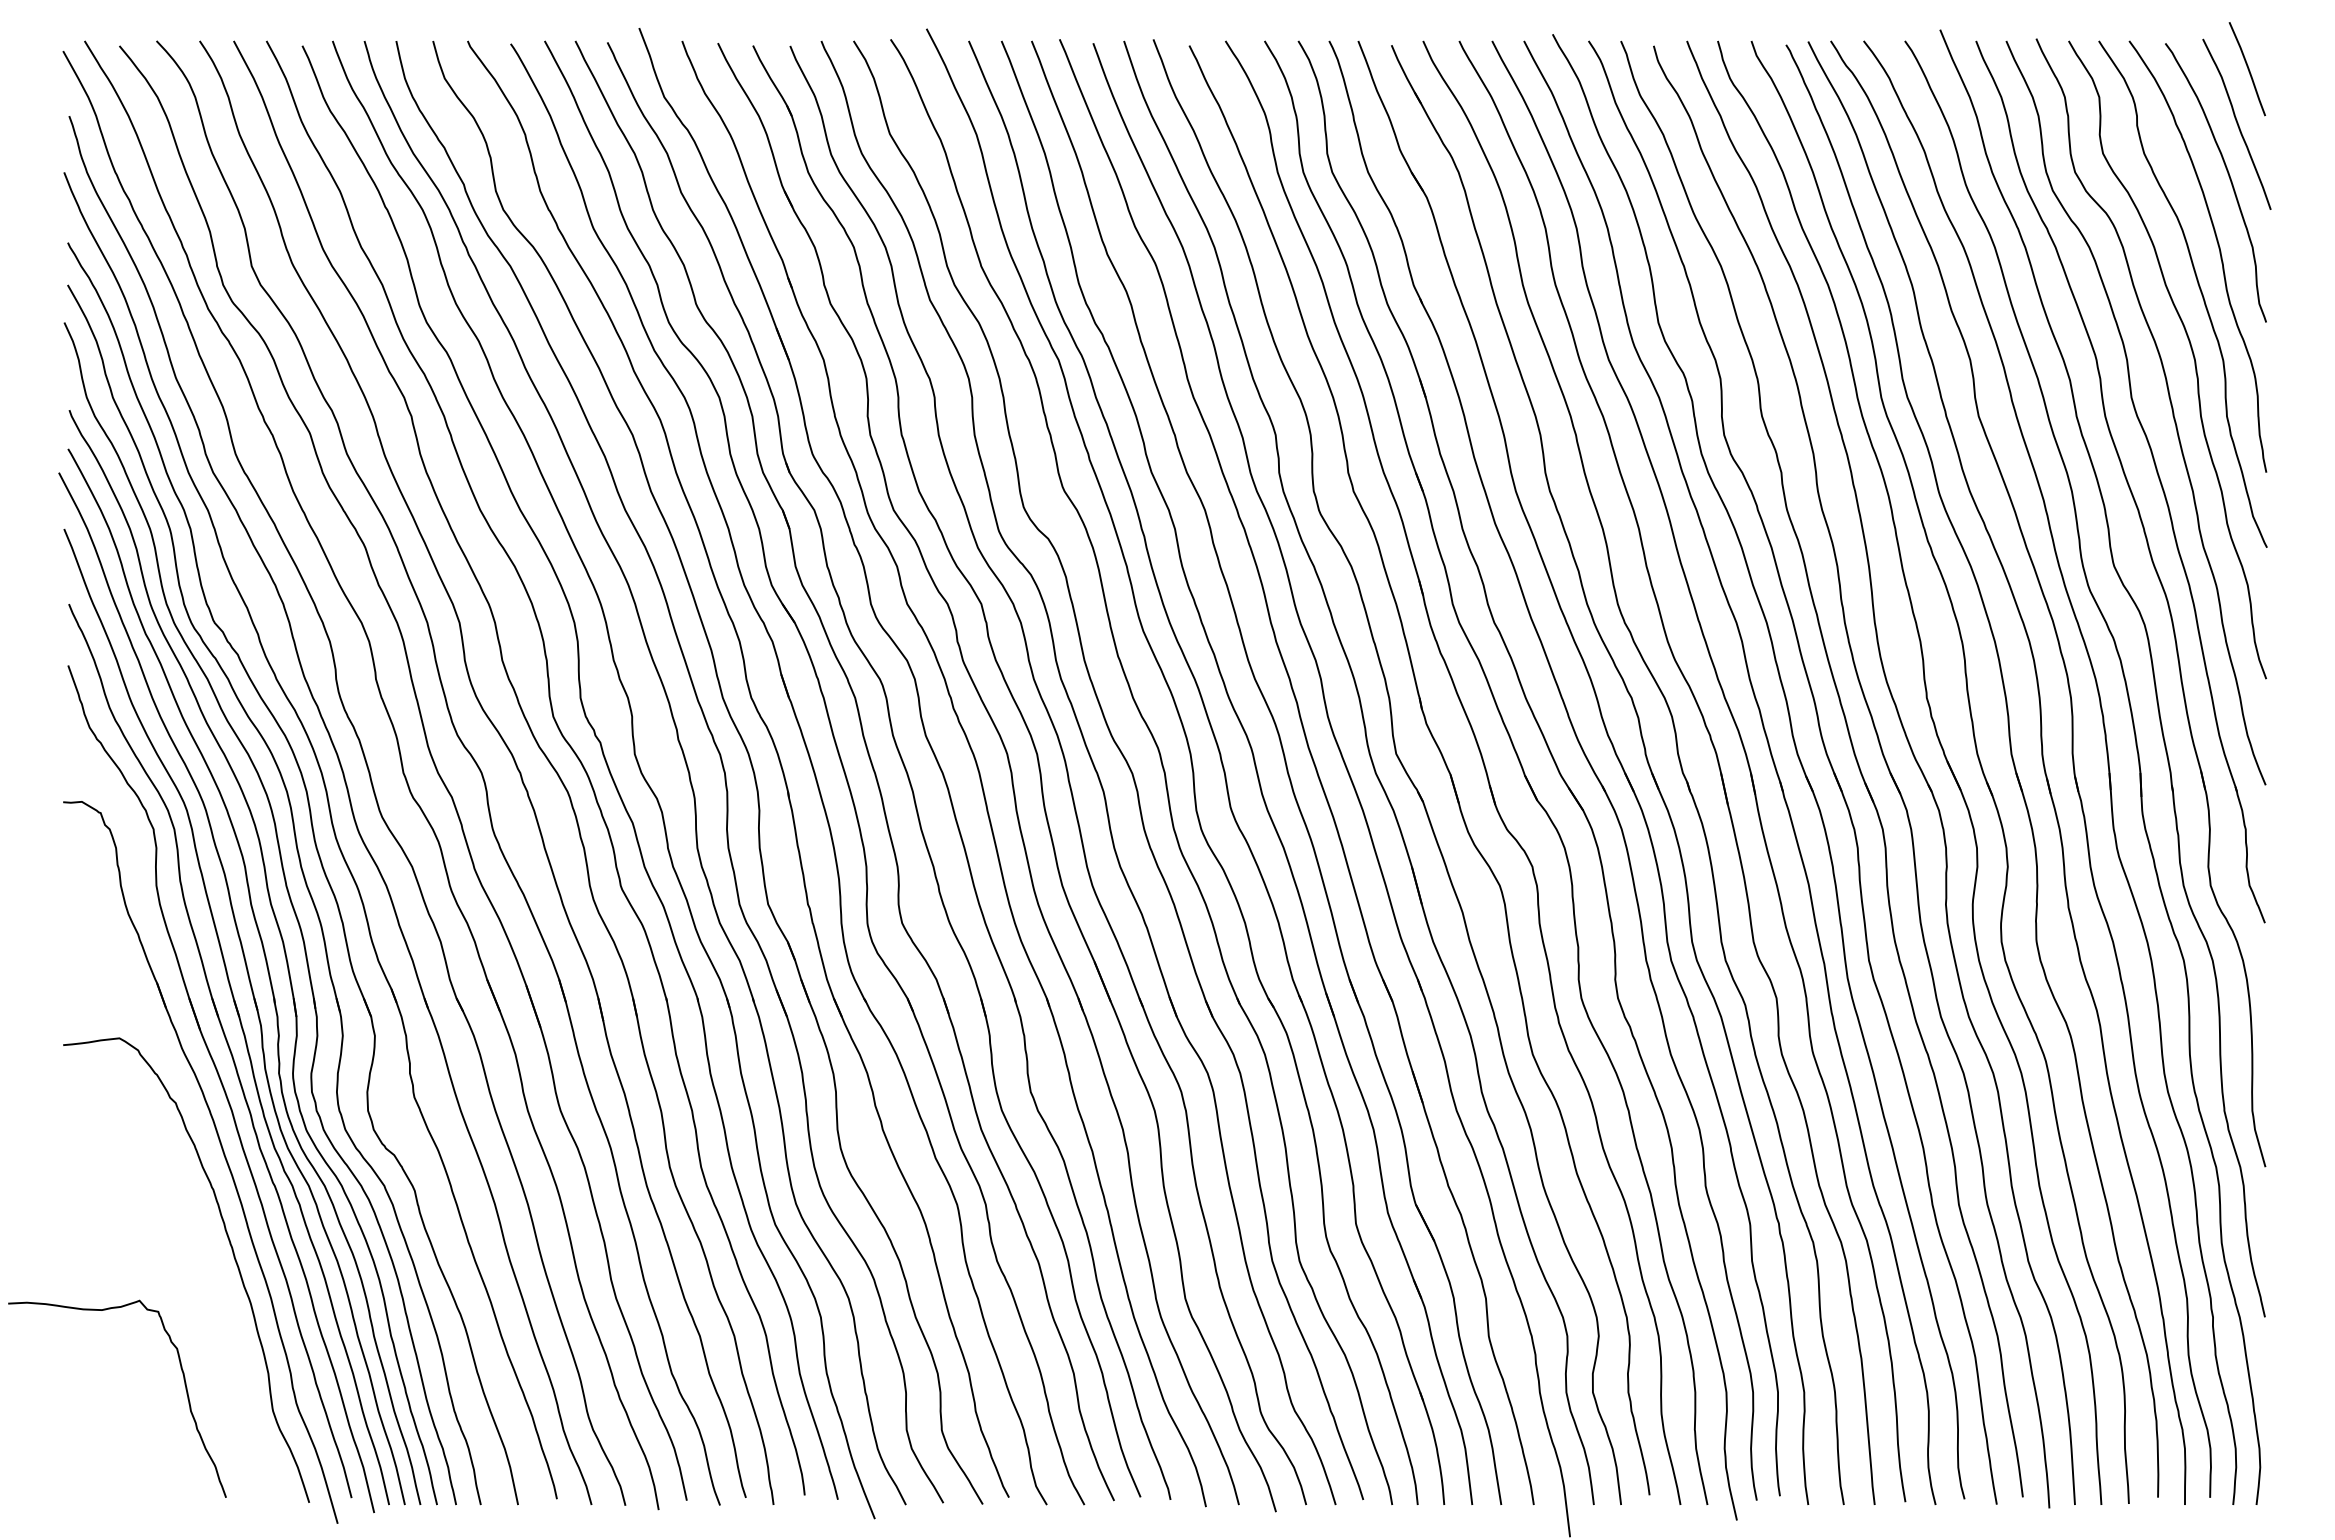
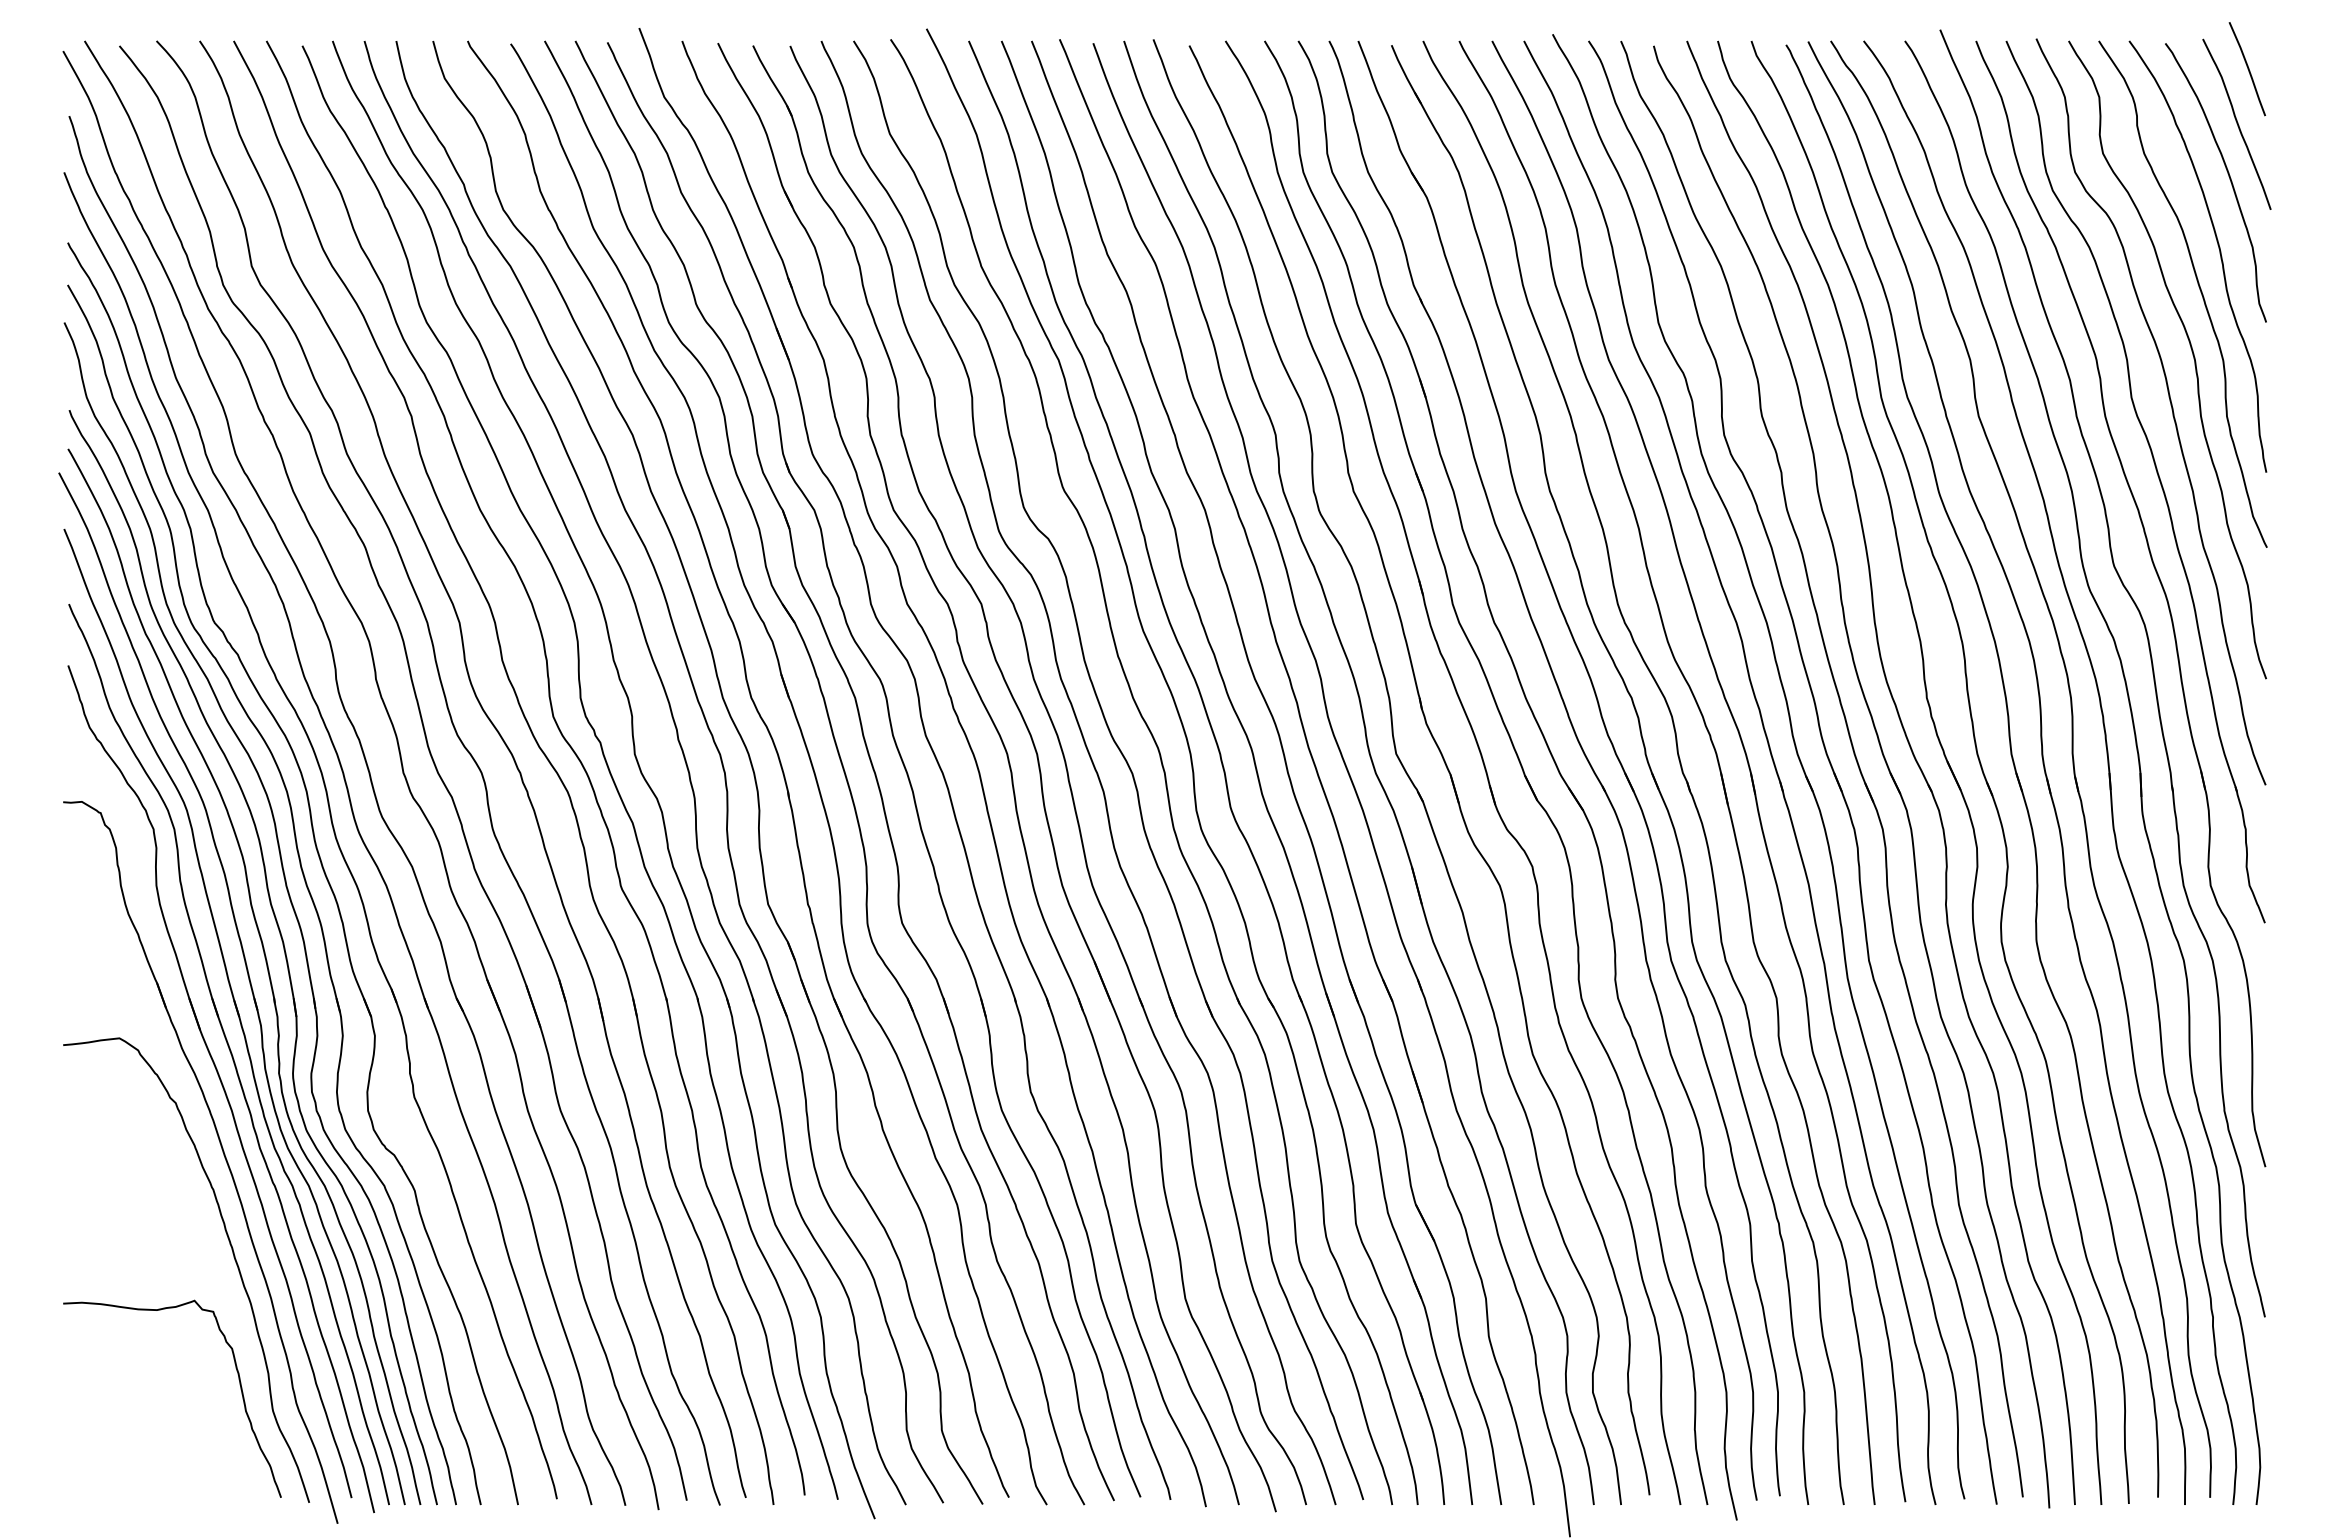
curve at (184, 1384) position: (184, 1384) -> (239, 1384)
